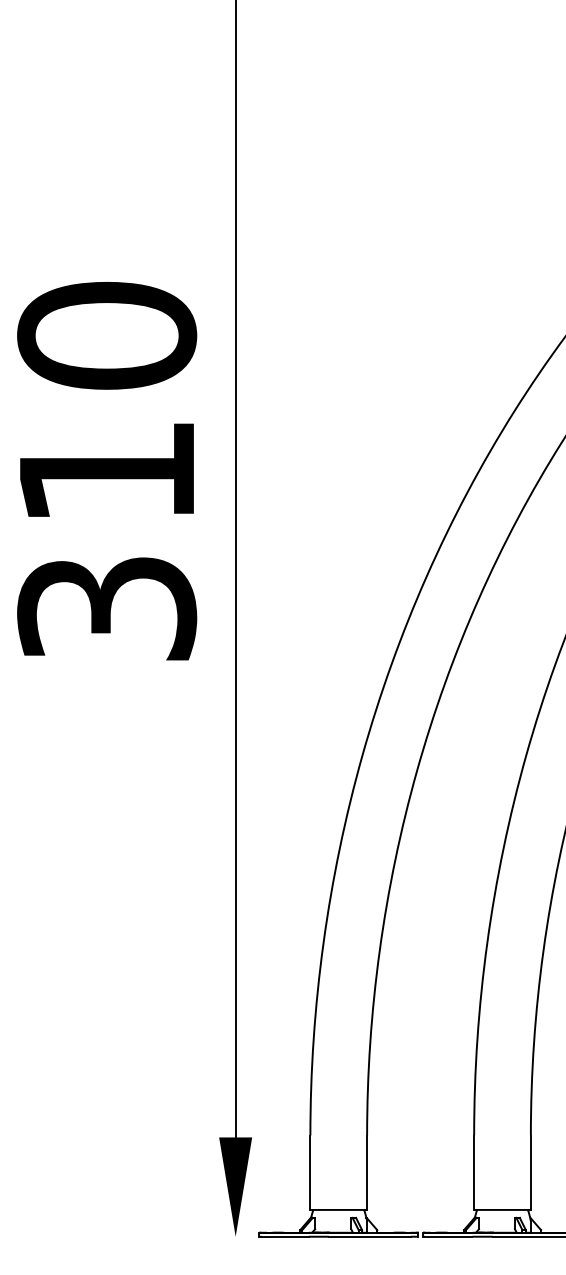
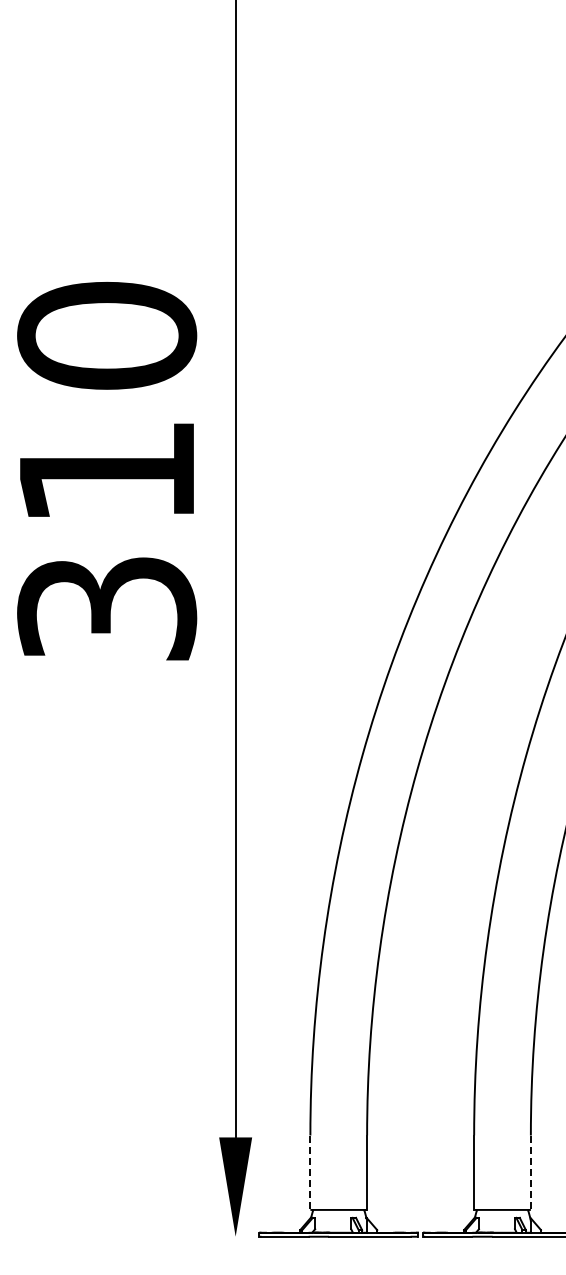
line at (310, 1173): solid -> dashed
line at (530, 1173): solid -> dashed
